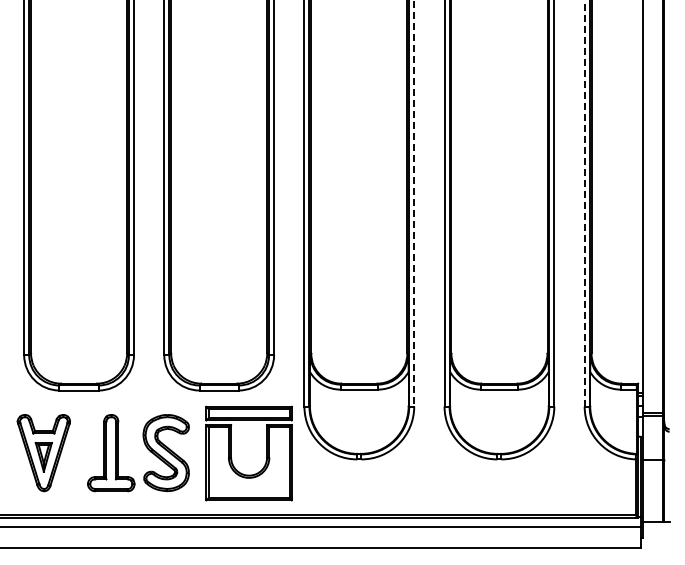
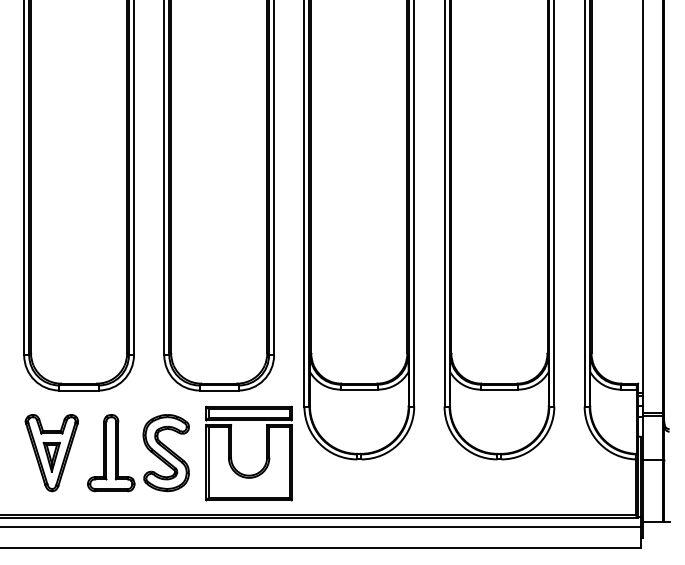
line at (414, 203): dashed -> solid
line at (584, 203): dashed -> solid
part at (43, 453) position: (43, 453) -> (51, 453)
